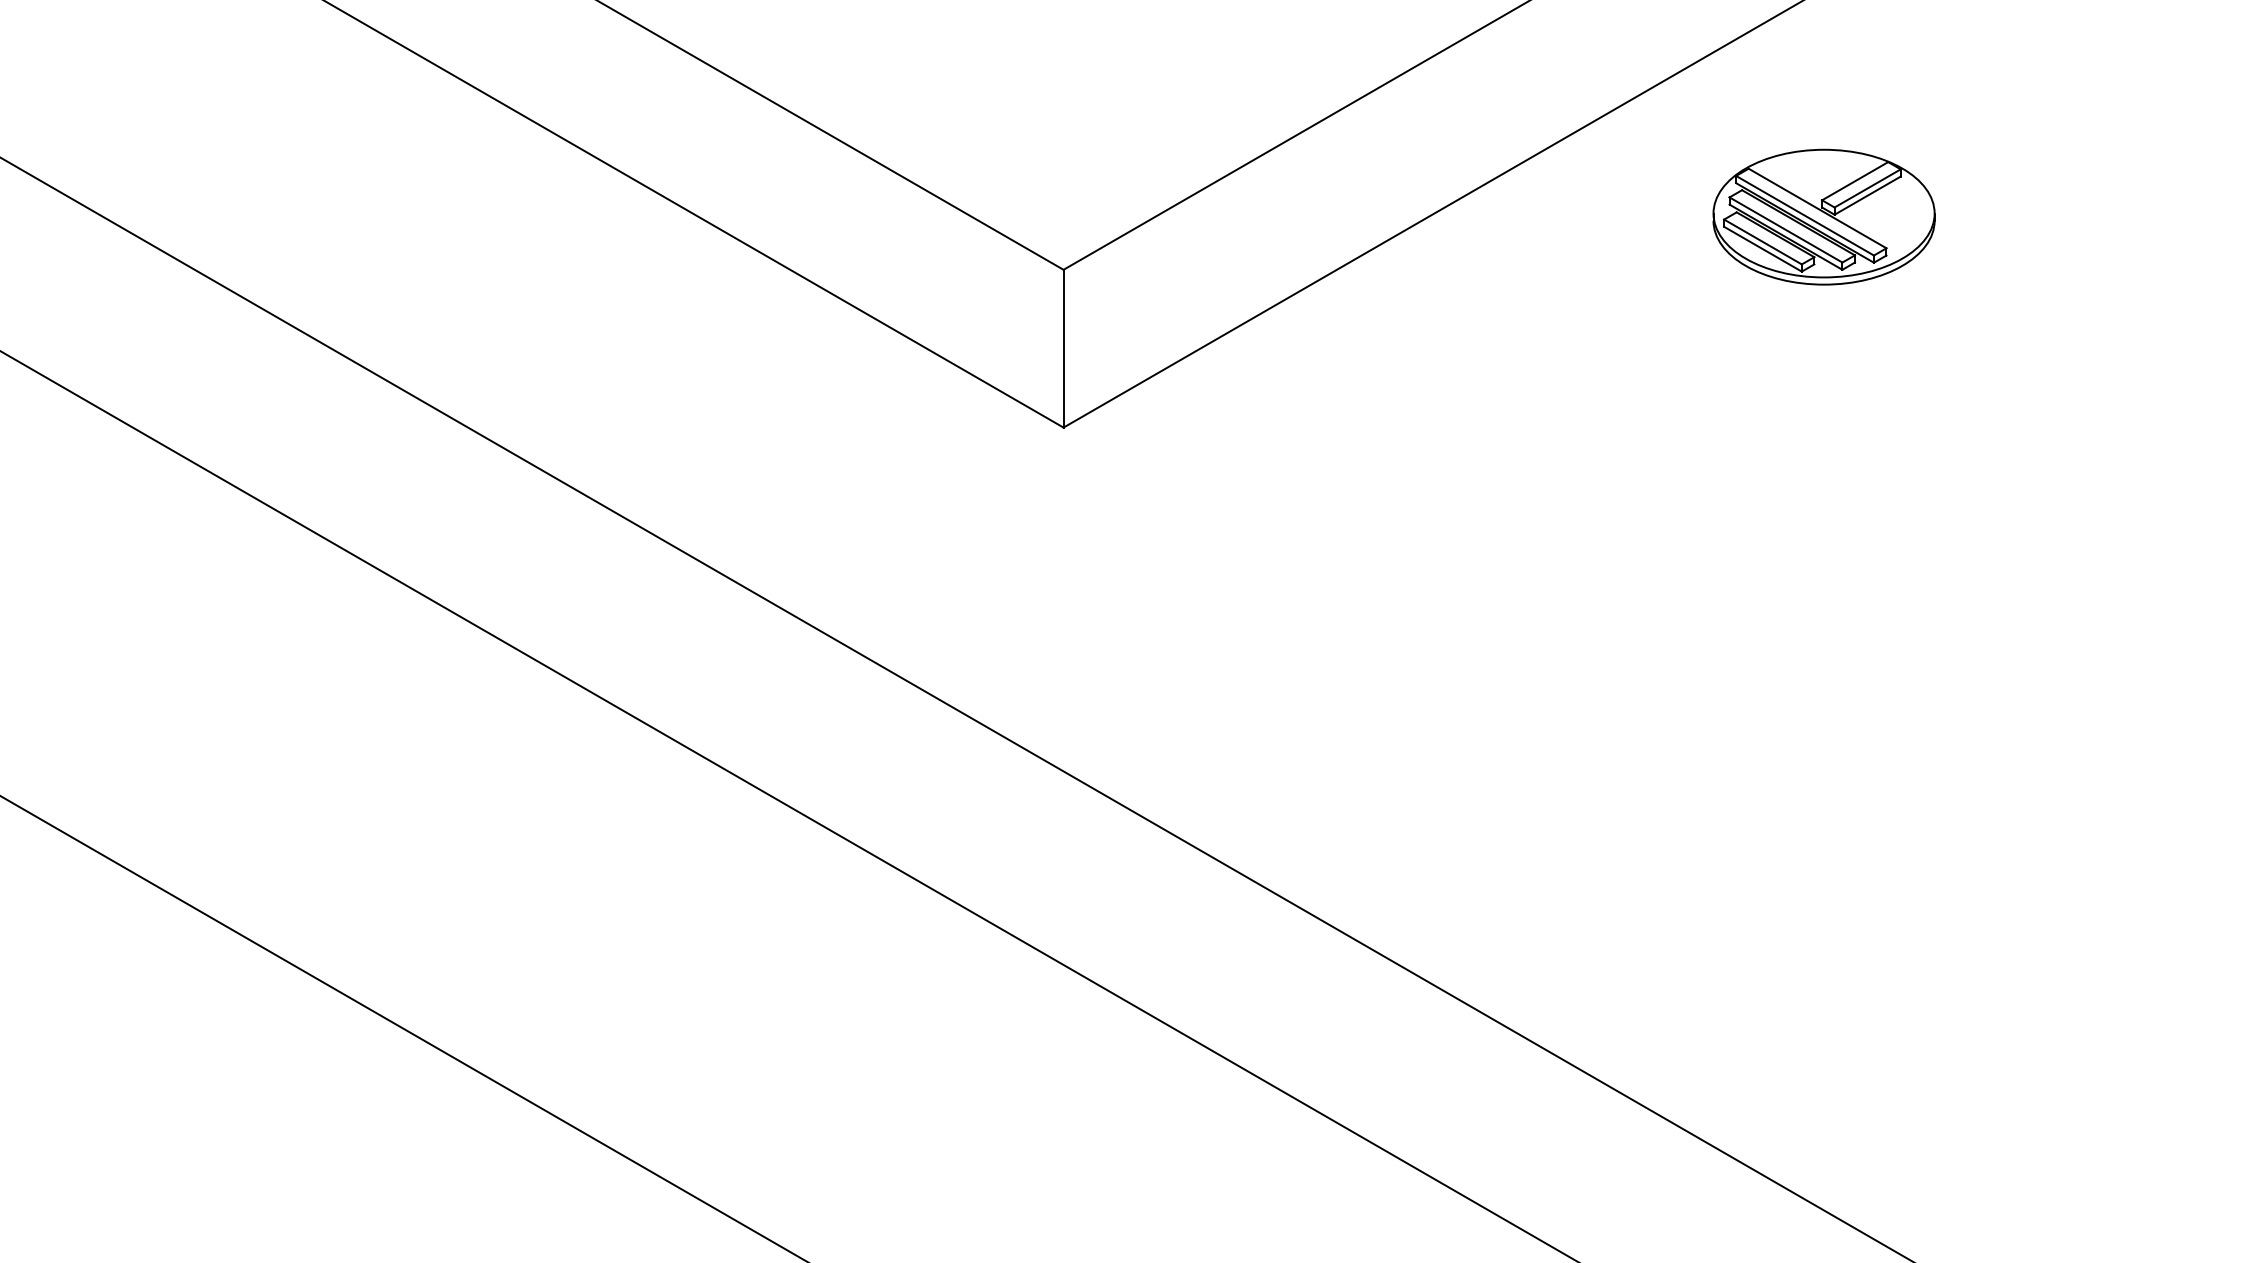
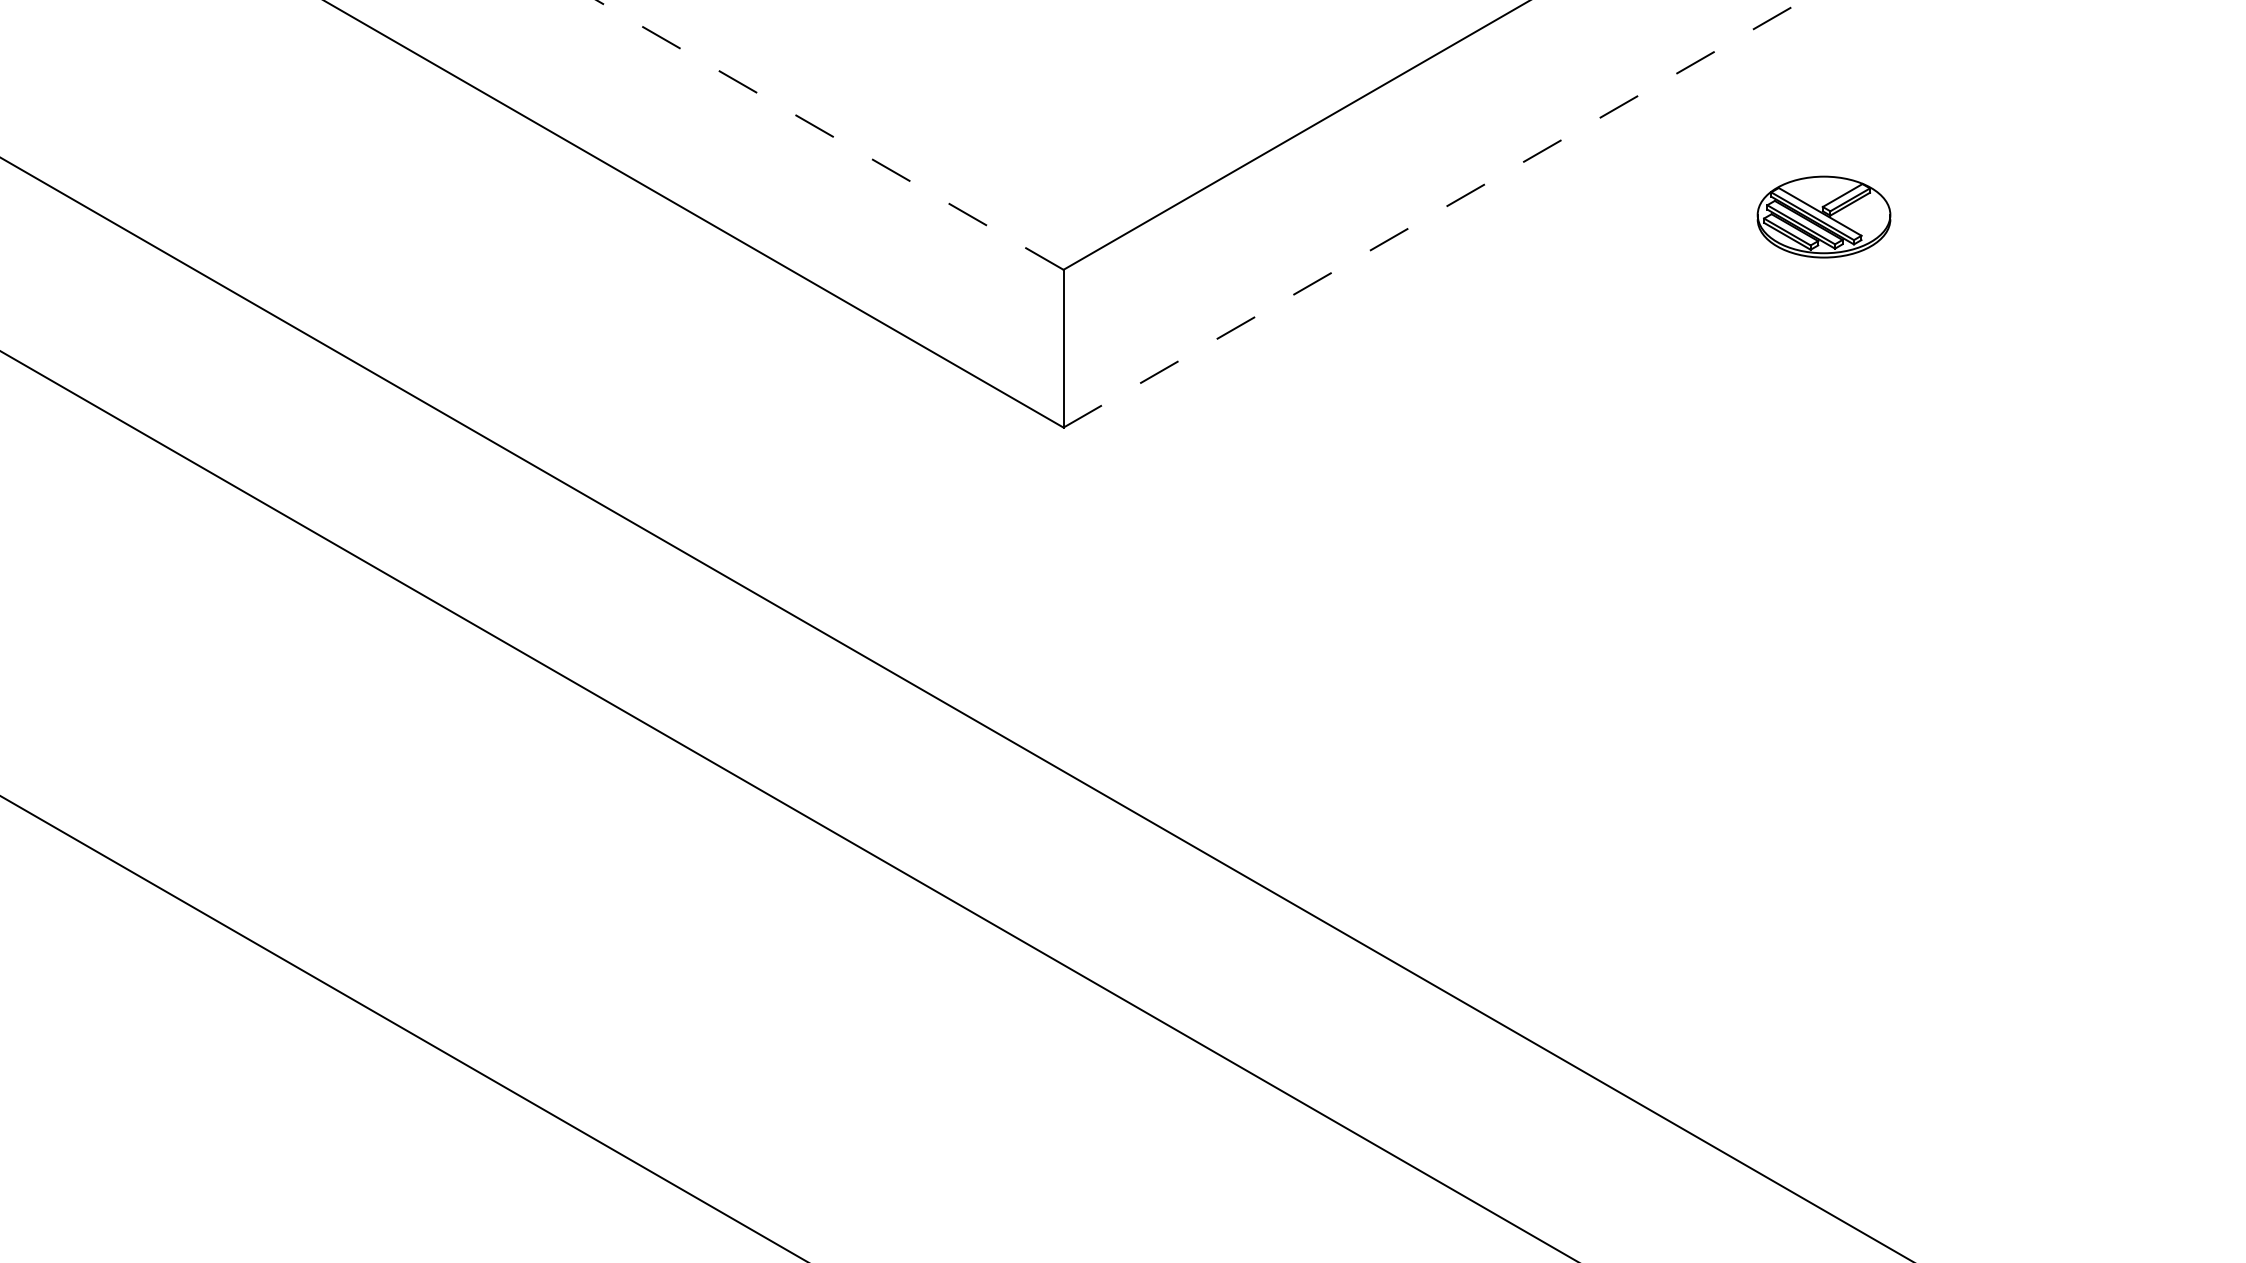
line at (829, 134): solid -> dashed
line at (1434, 213): solid -> dashed
part at (1823, 216) size: 224x138 px -> 136x84 px
